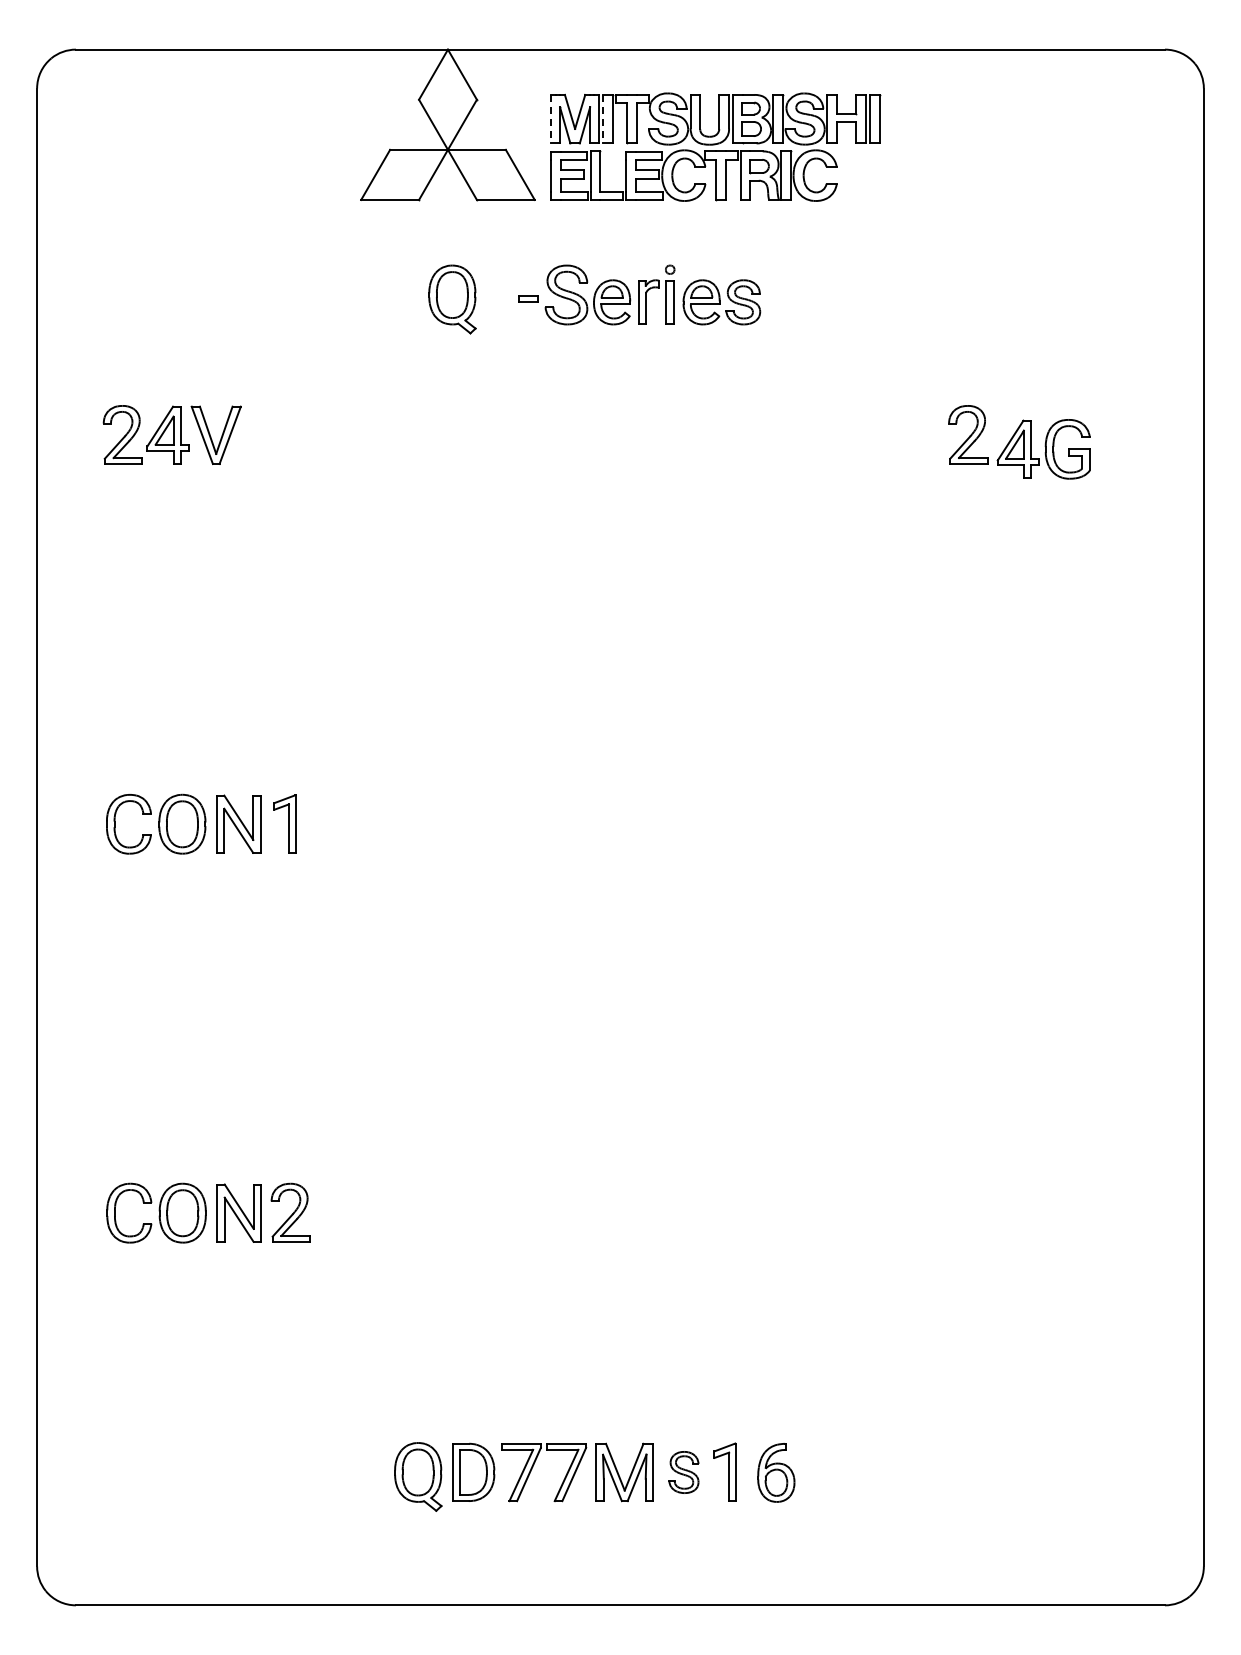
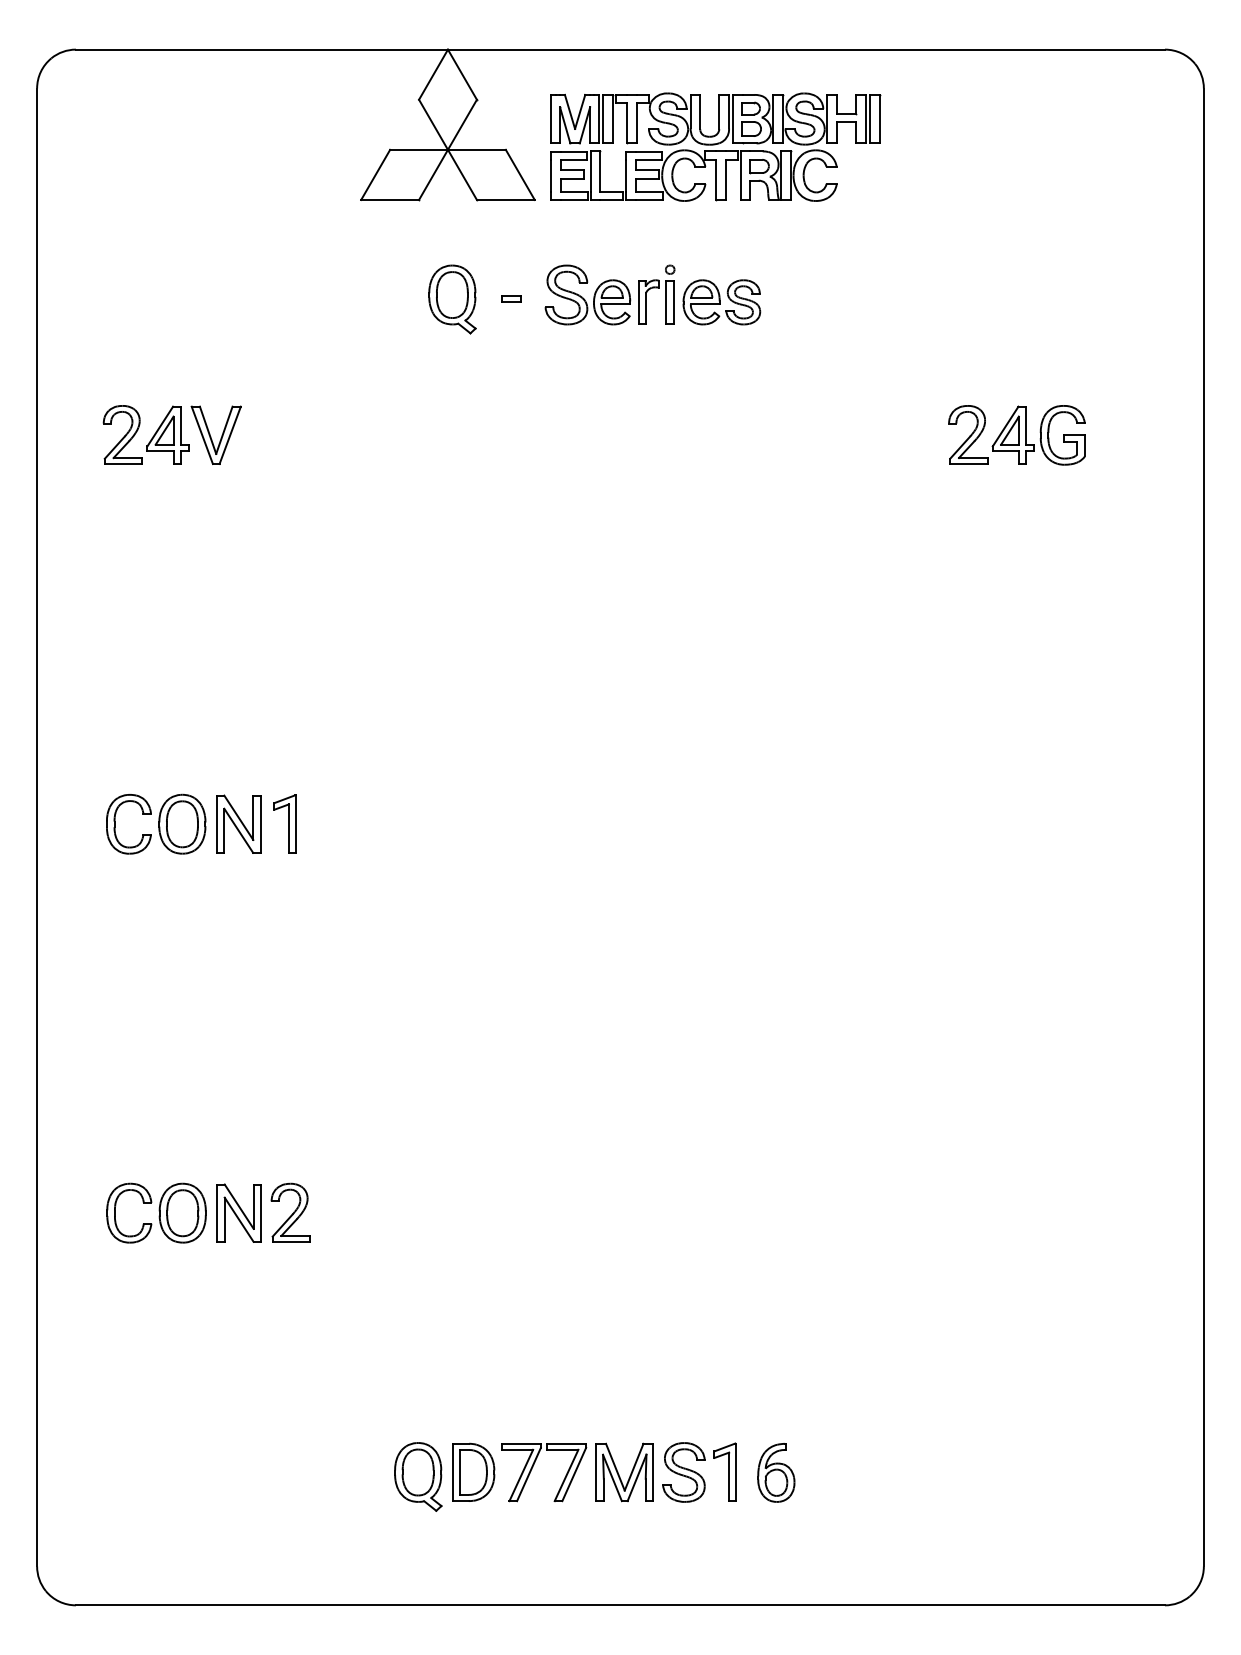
line at (550, 119): dashed -> solid
line at (603, 119): dashed -> solid
part at (528, 298) position: (528, 298) -> (511, 298)
part at (1043, 449) position: (1043, 449) -> (1038, 435)
part at (683, 1472) size: 32x43 px -> 44x61 px
